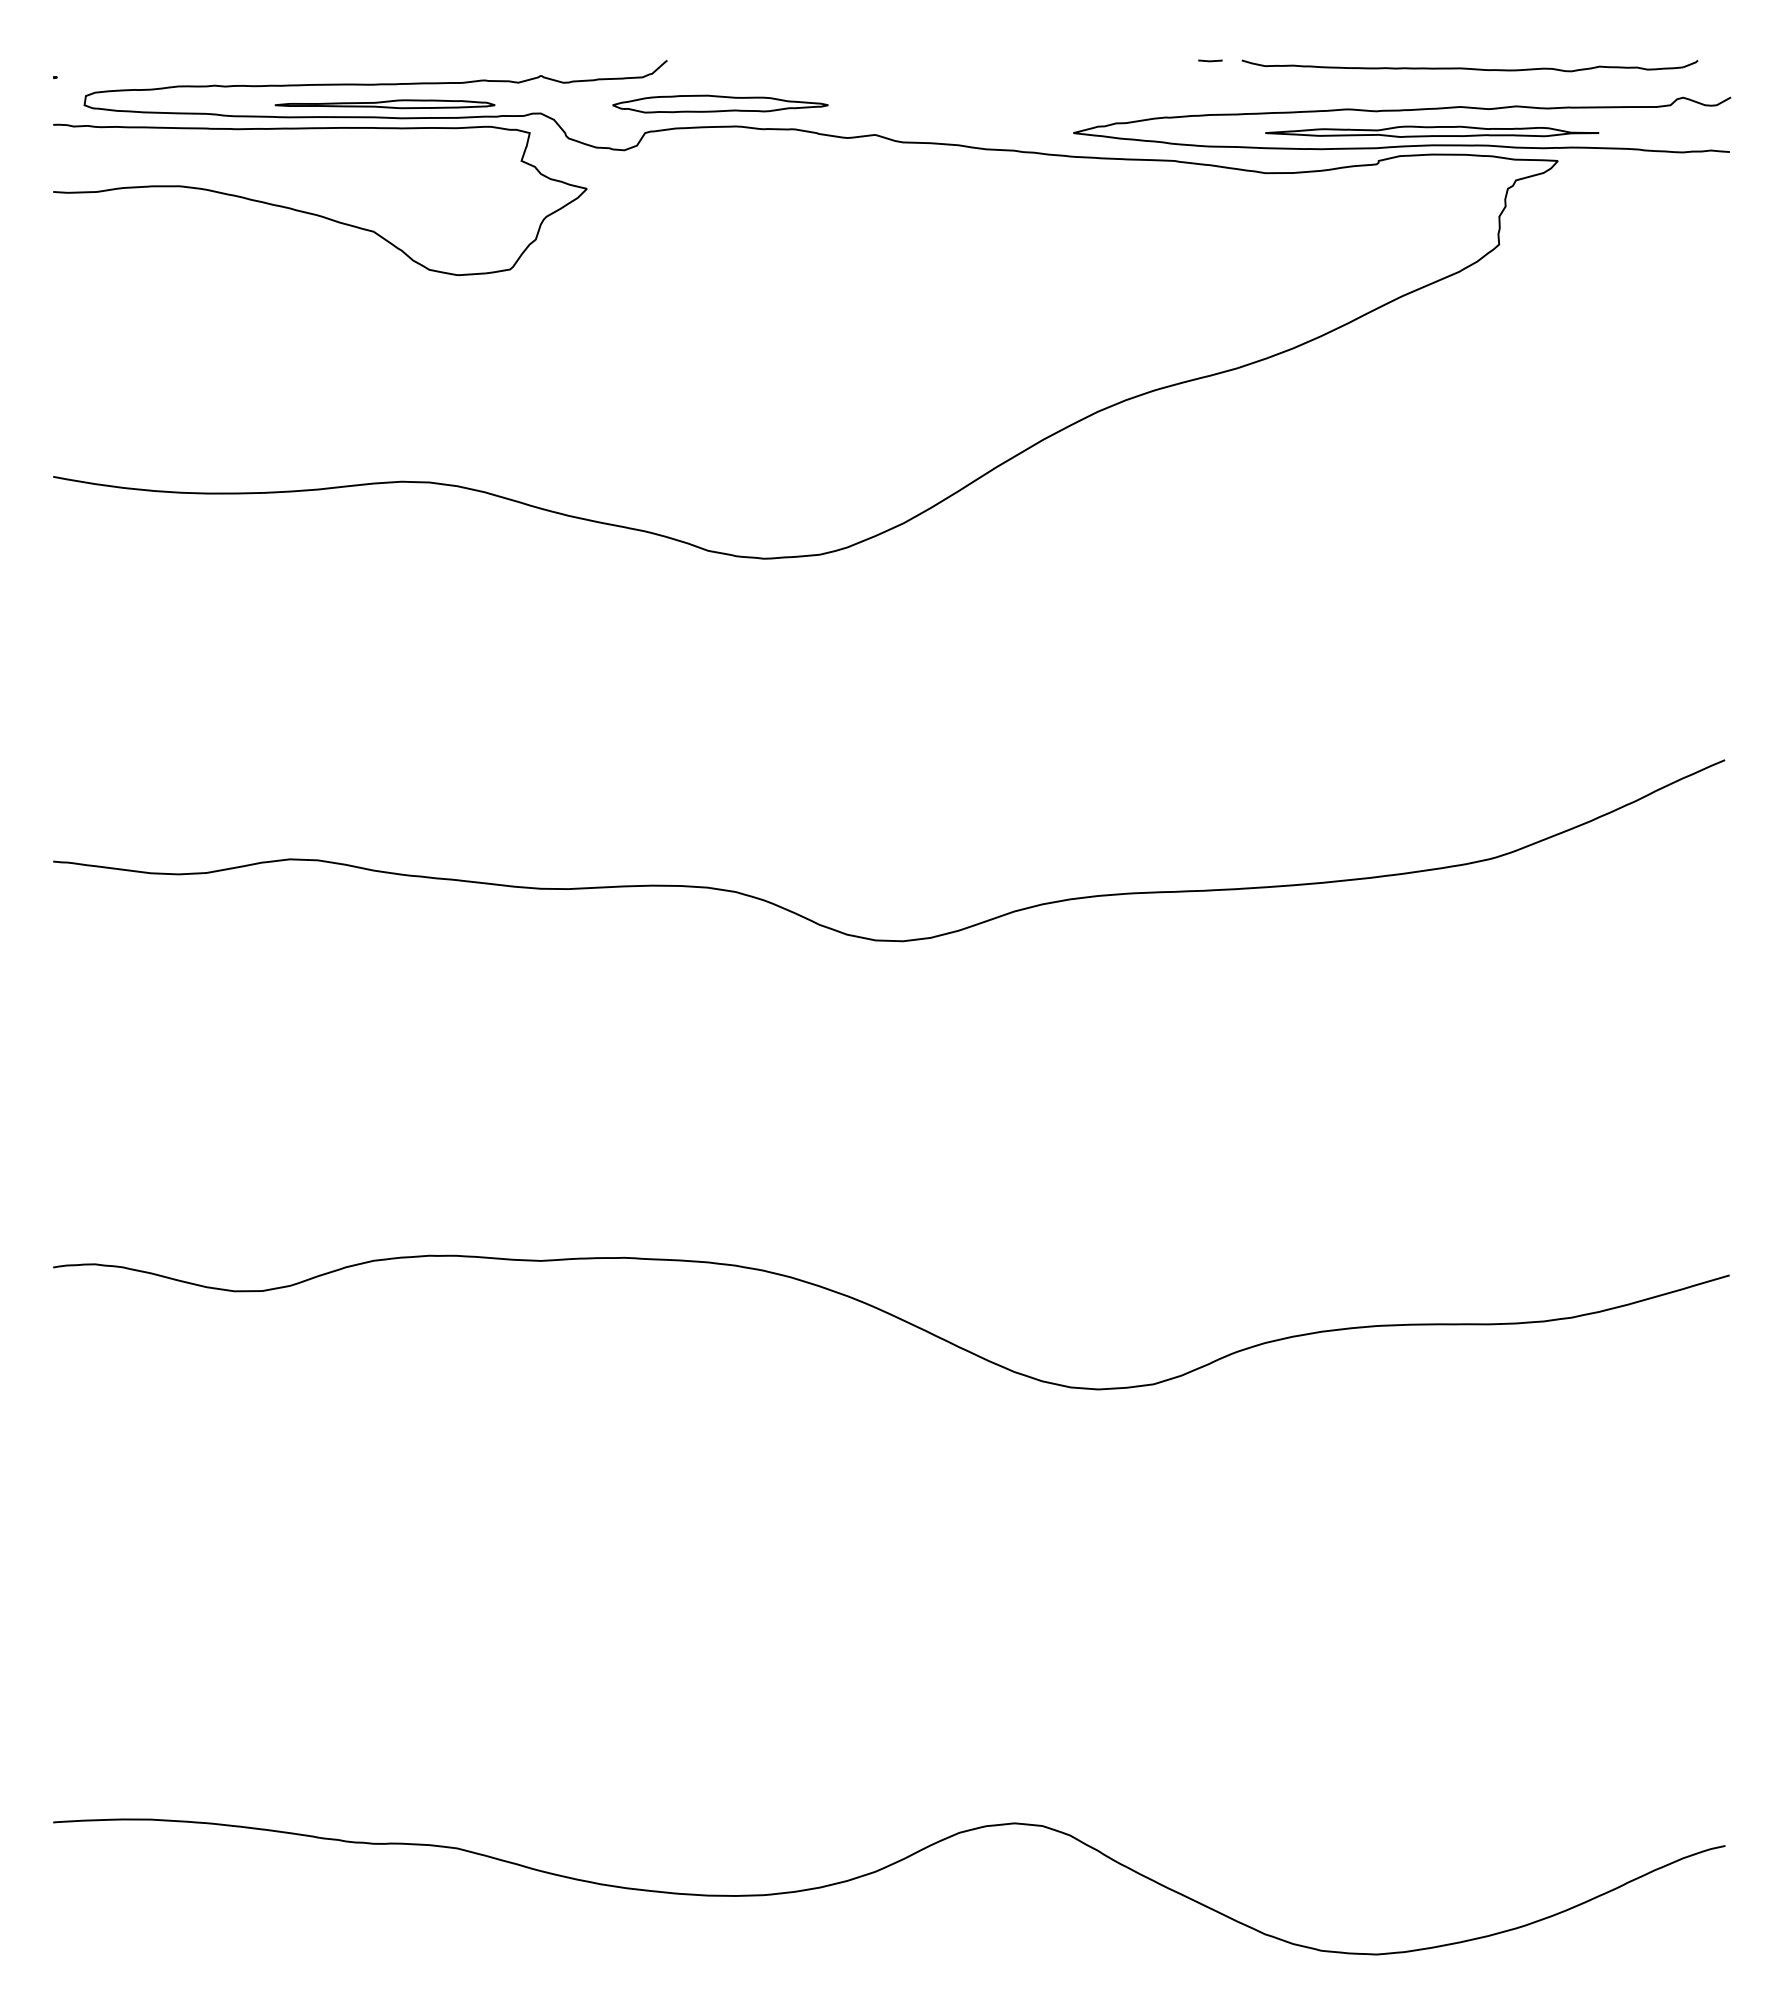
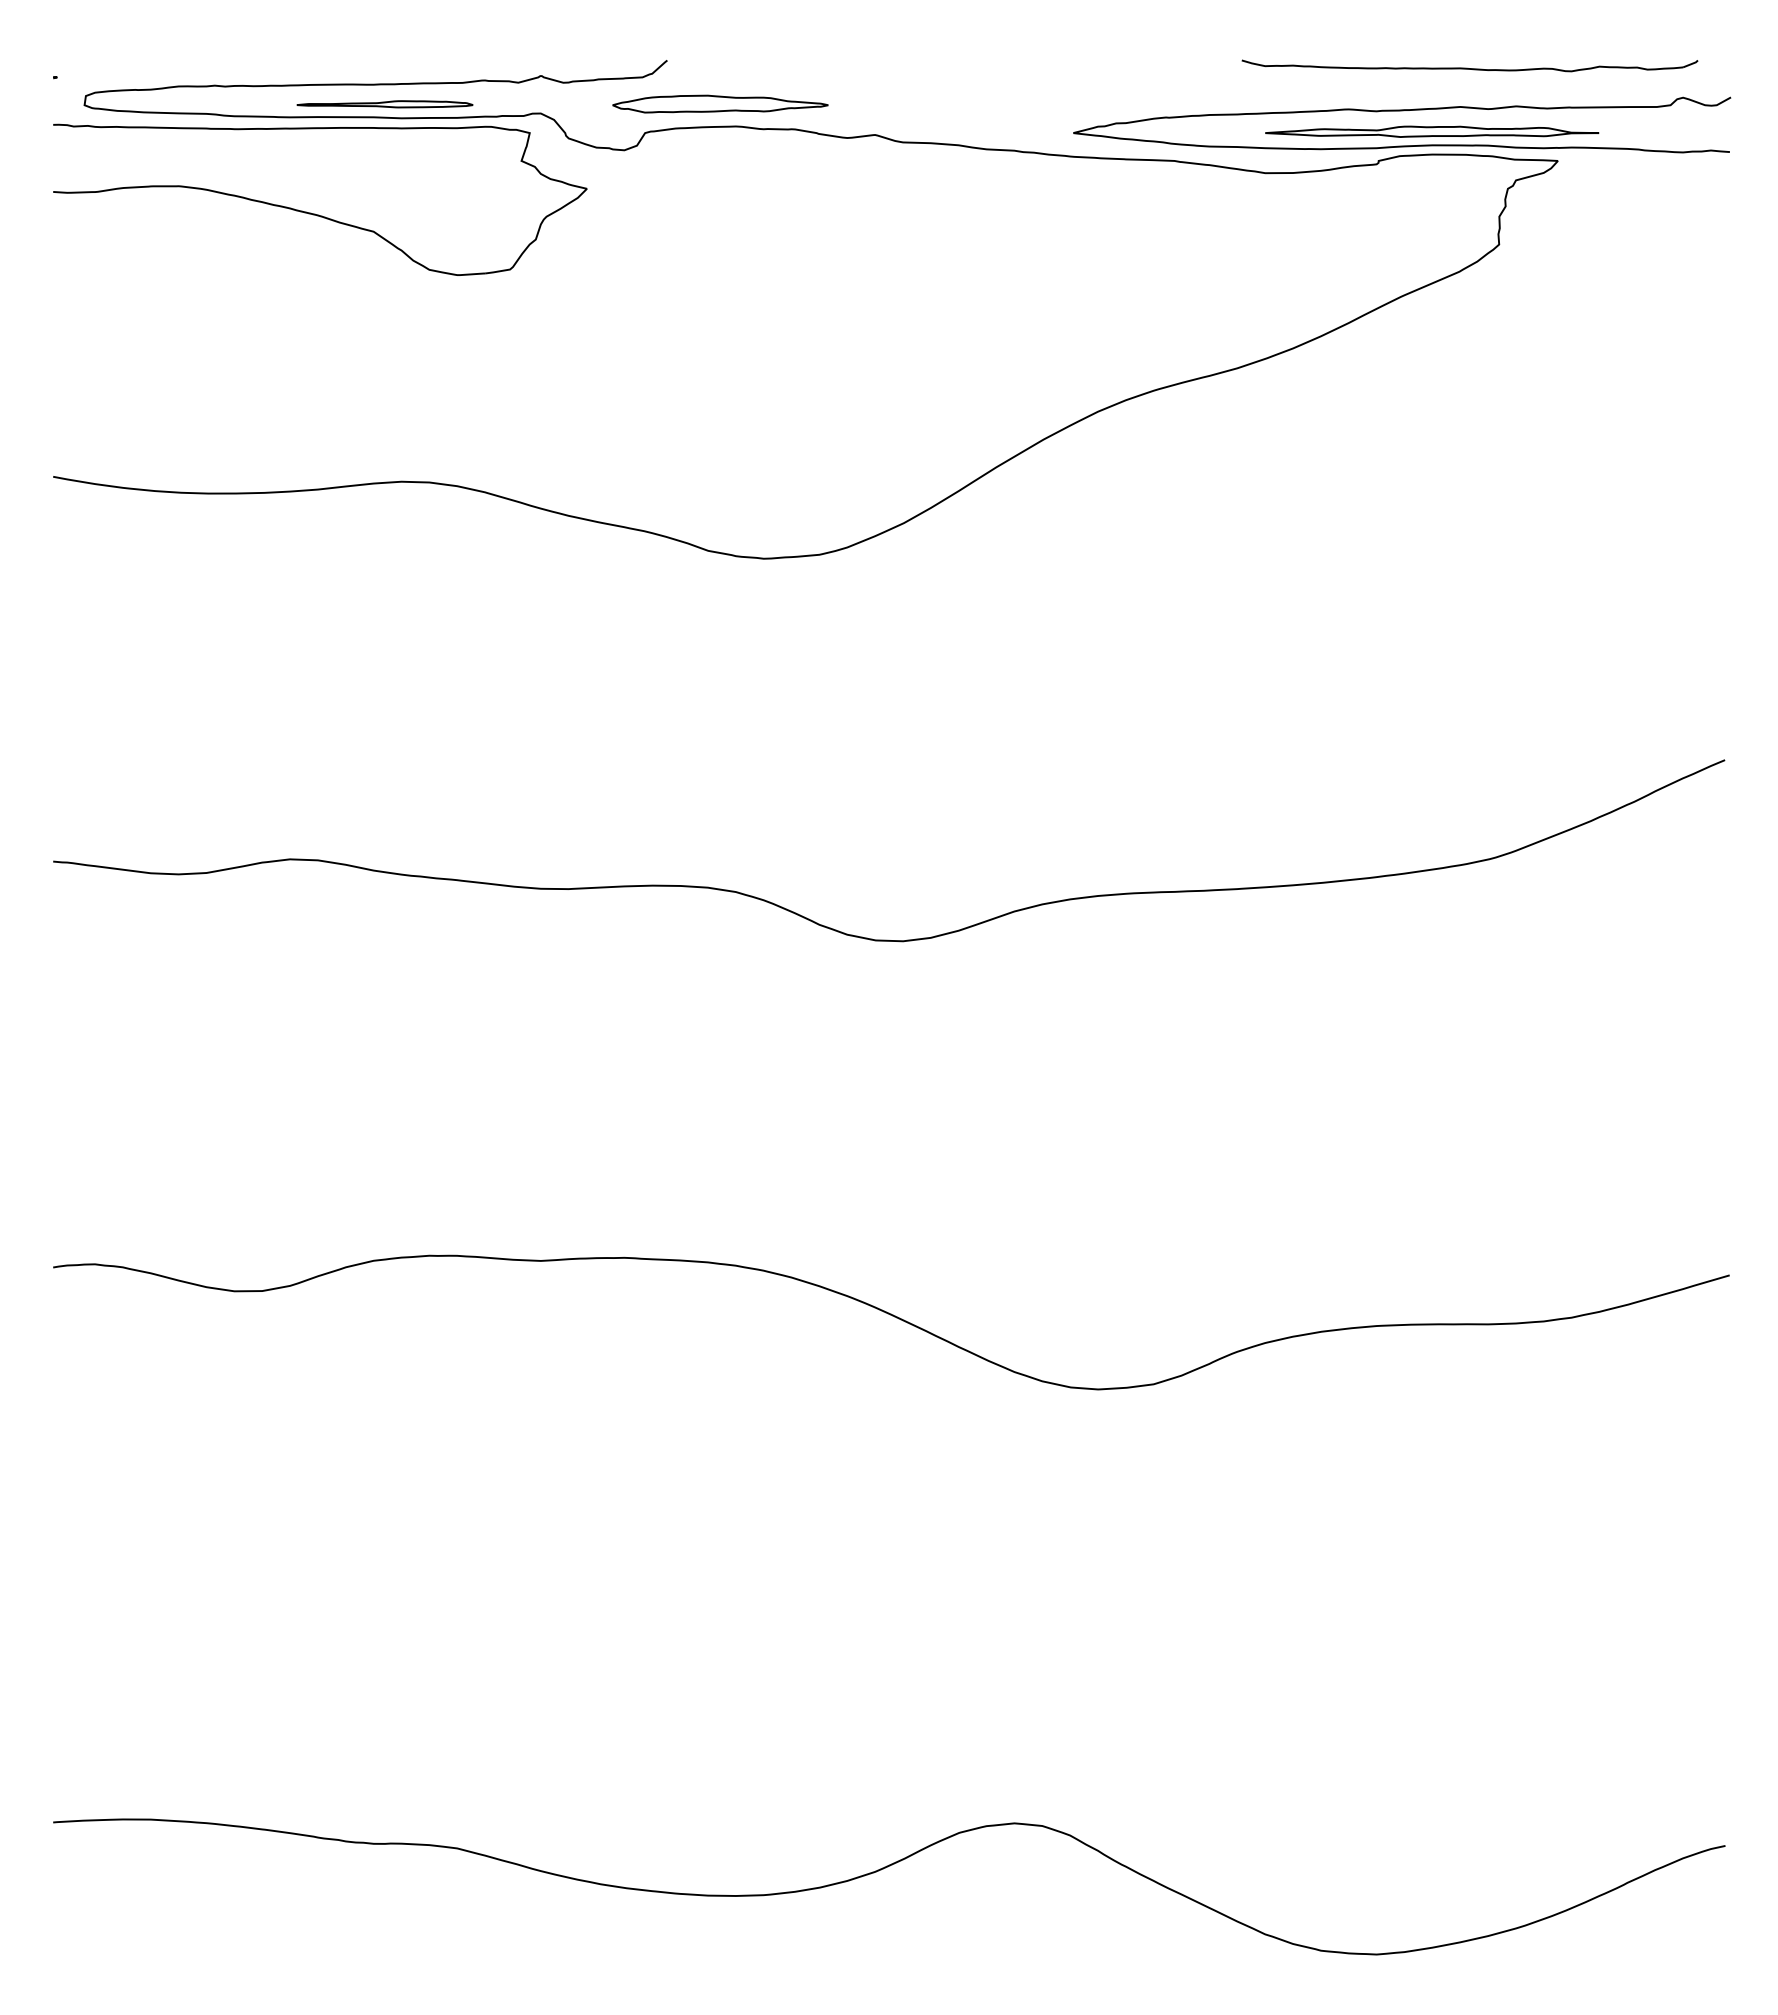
line at (1210, 60): present -> none
part at (384, 104) size: 222x11 px -> 178x9 px
